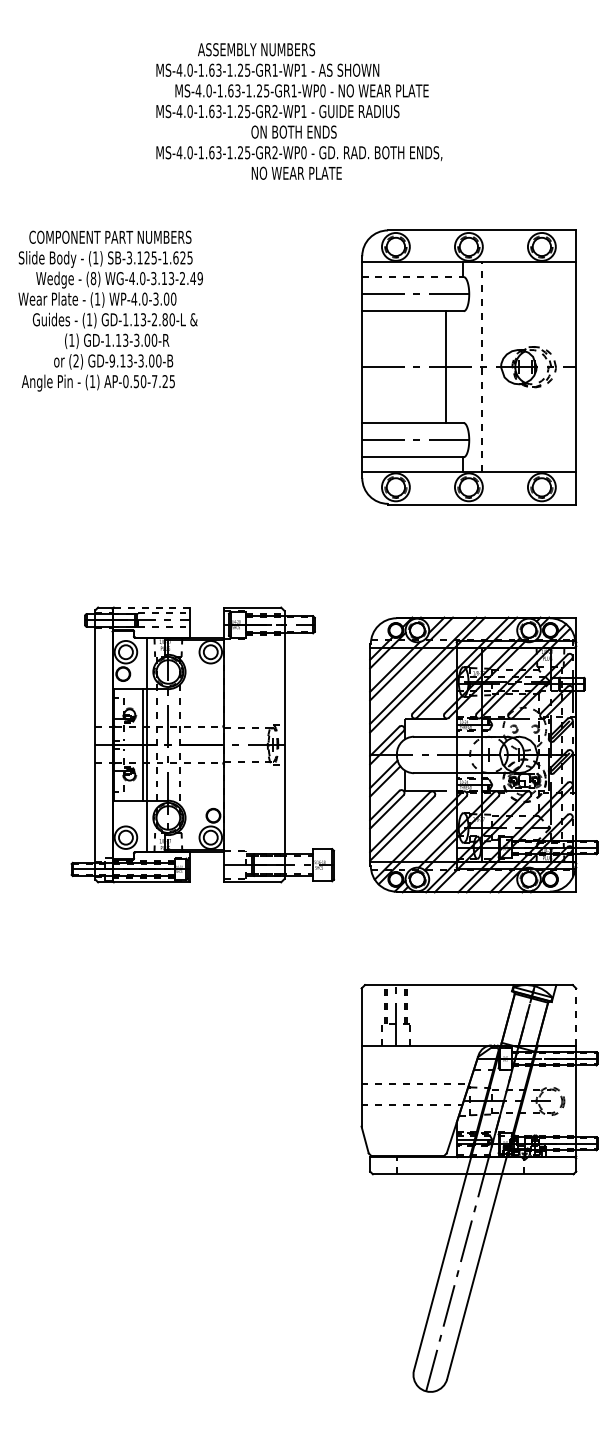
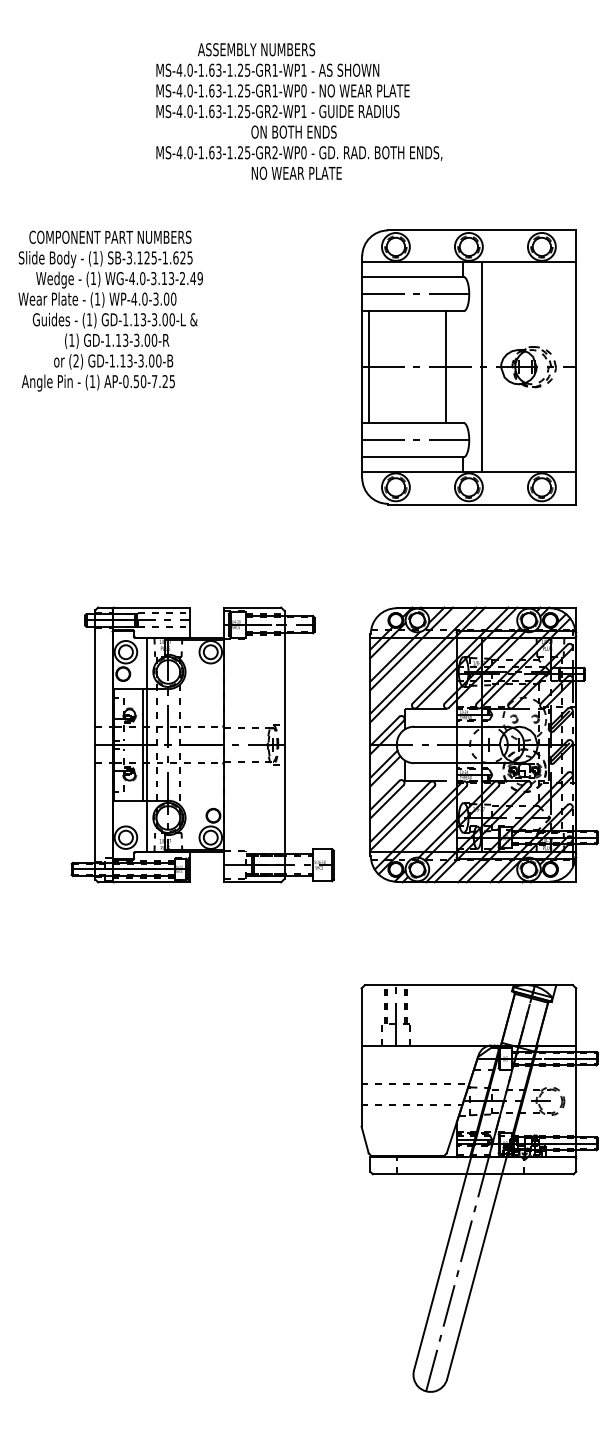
text at (301, 90) position: (301, 90) -> (282, 90)
line at (413, 276): dashed -> solid
text at (93, 278): (8) -> (1)
text at (159, 319): GD-1.13-2.80-L -> GD-1.13-3.00-L
text at (112, 360): GD-9.13-3.00-B -> GD-1.13-3.00-B
line at (369, 366): none -> present
line at (481, 366): dashed -> solid
line at (151, 607): dashed -> solid
part at (483, 754) position: (483, 754) -> (483, 744)
line at (576, 1017): dashed -> solid
